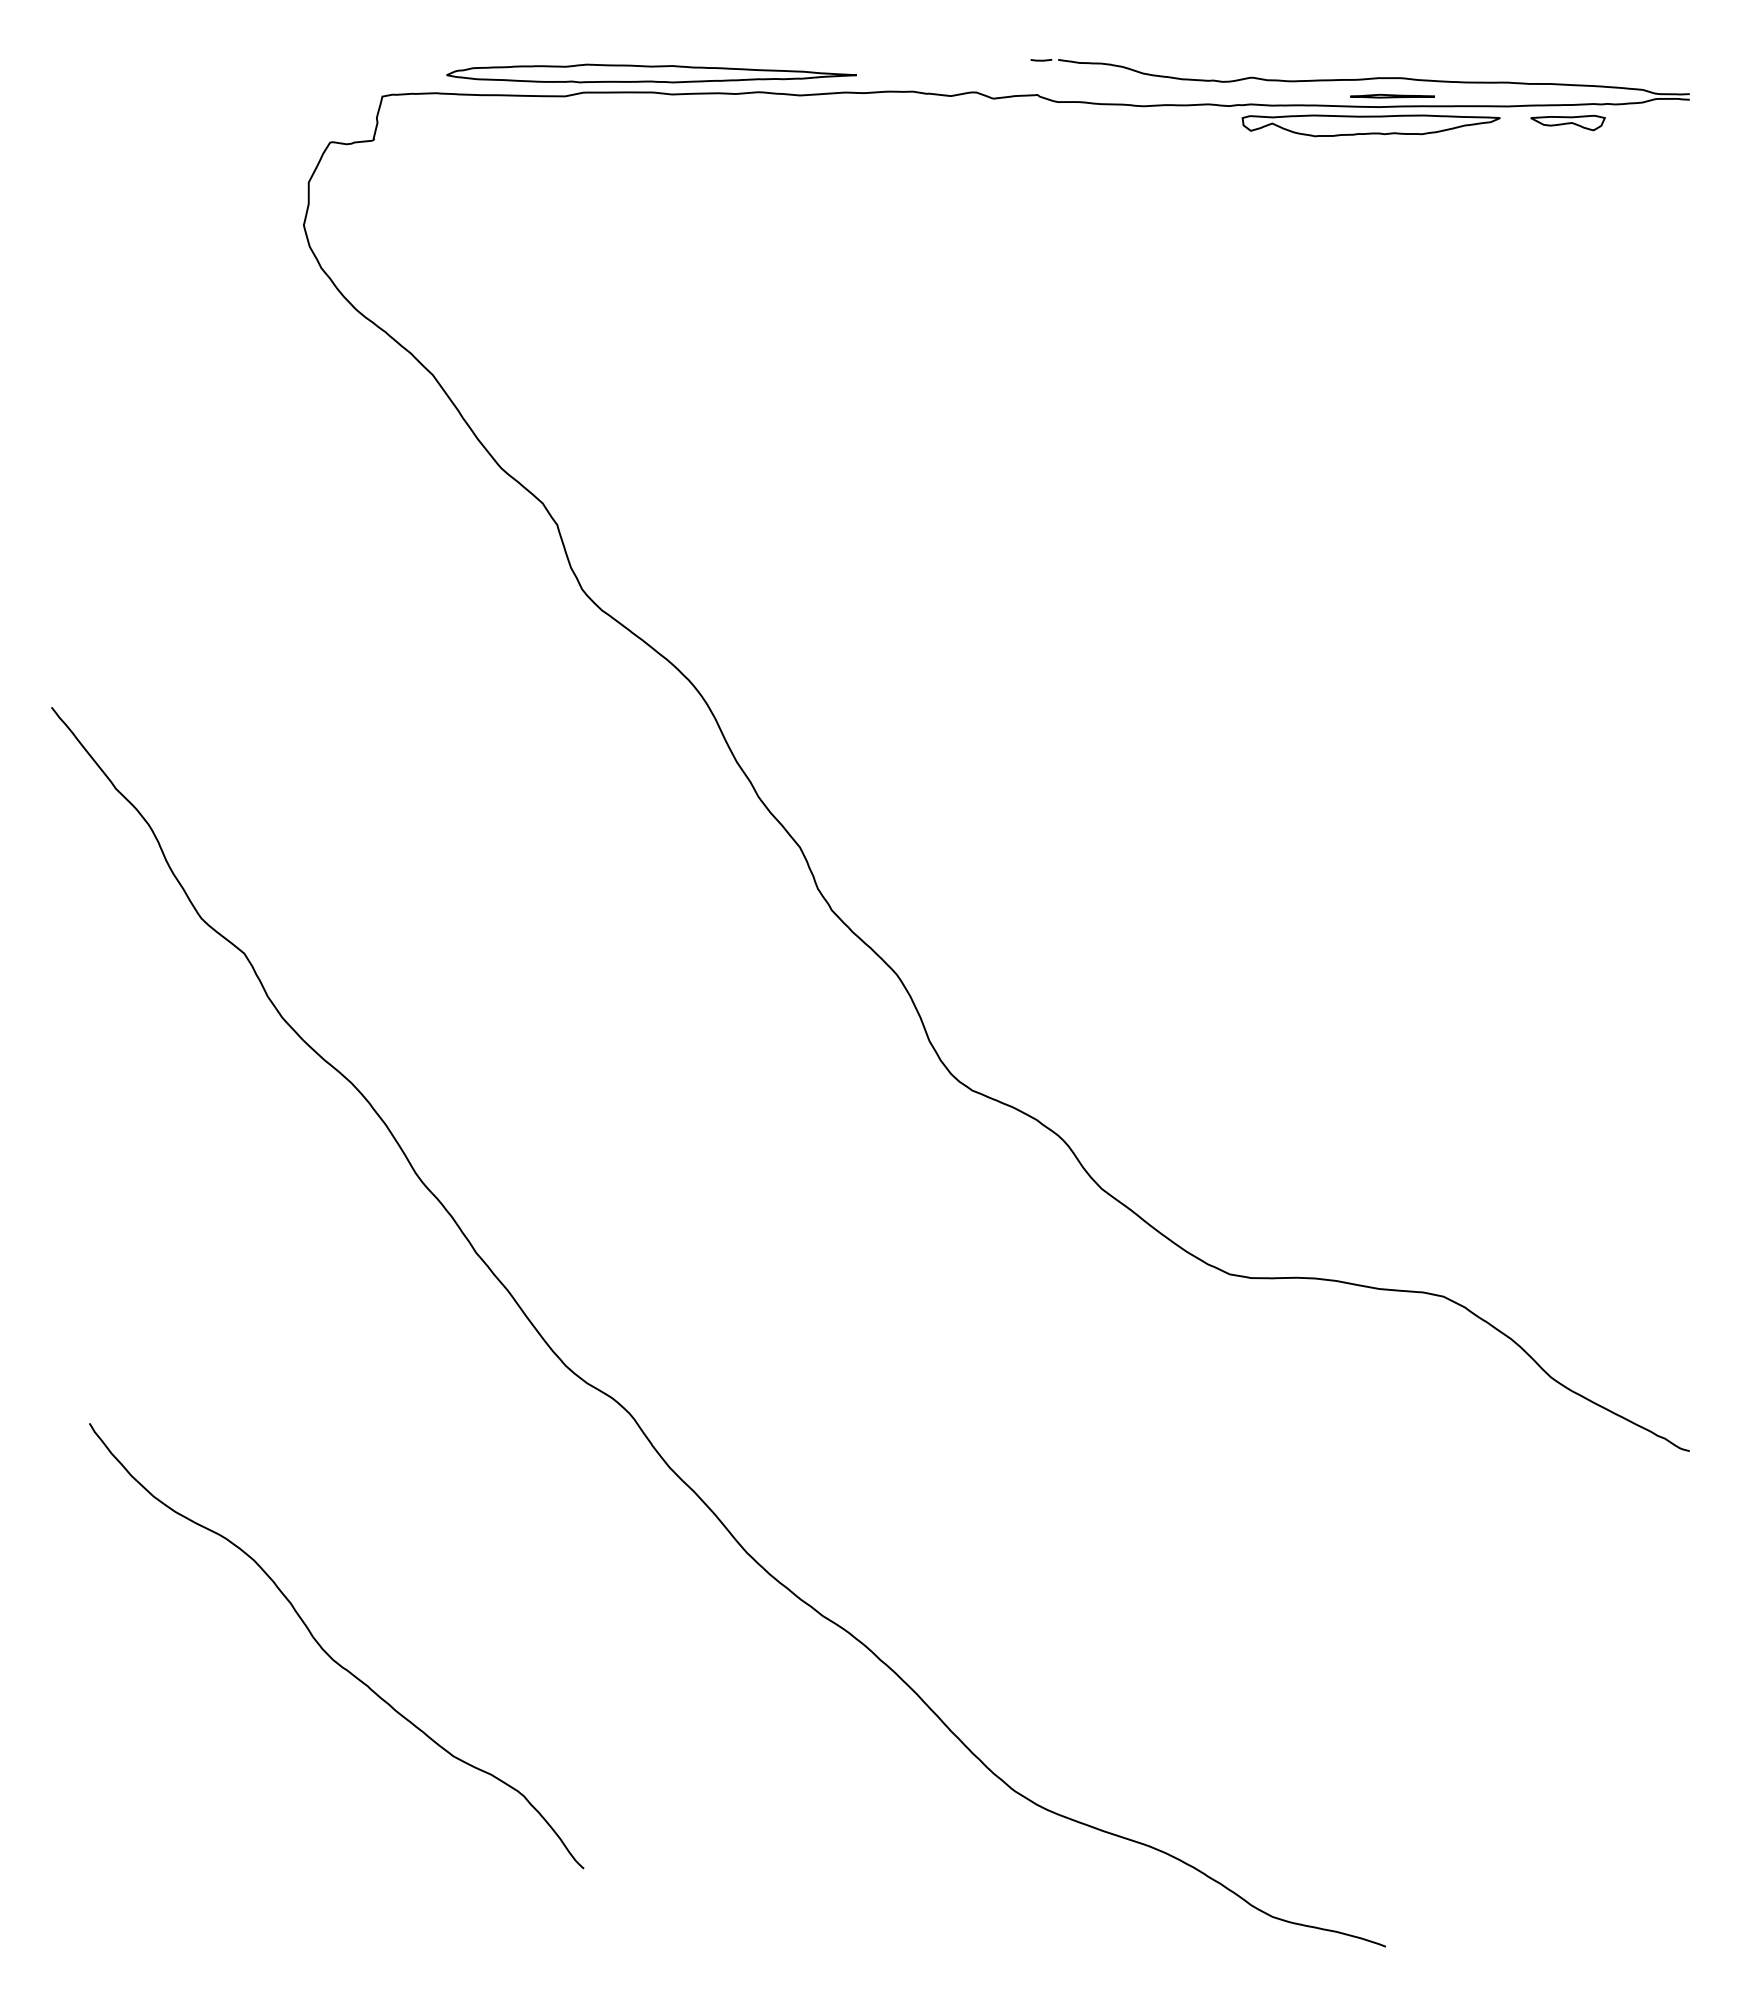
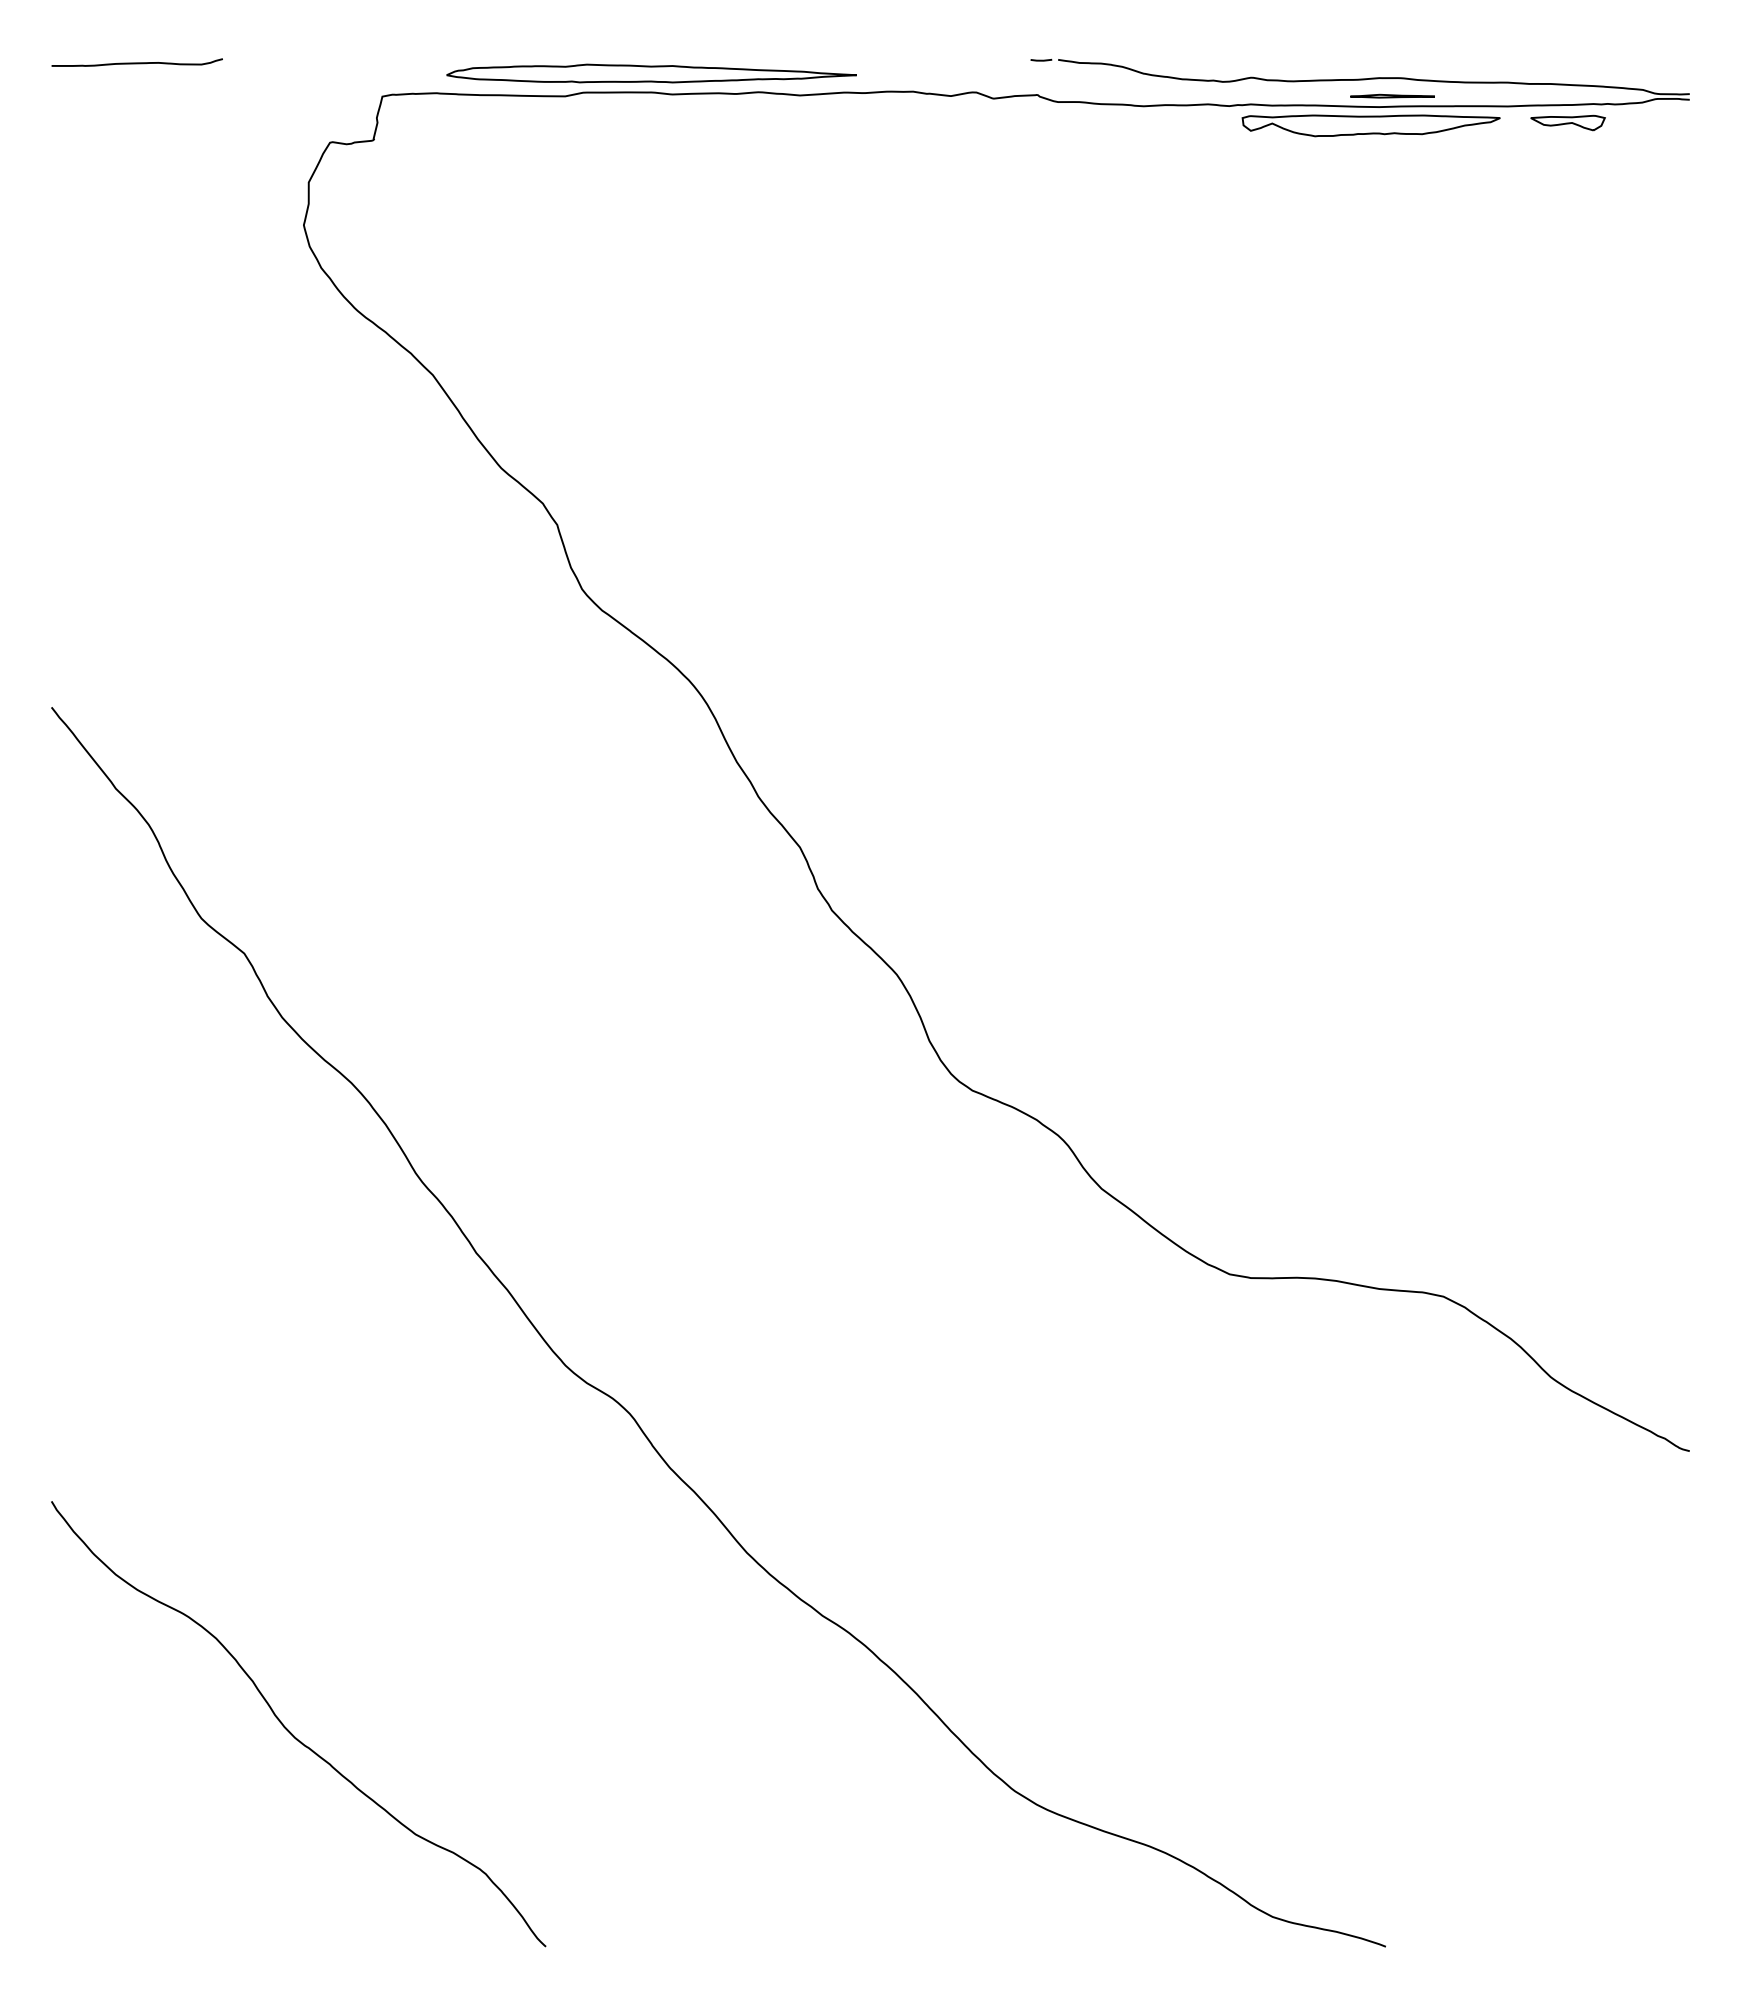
curve at (136, 62): none -> present
curve at (328, 1653) position: (328, 1653) -> (290, 1731)
